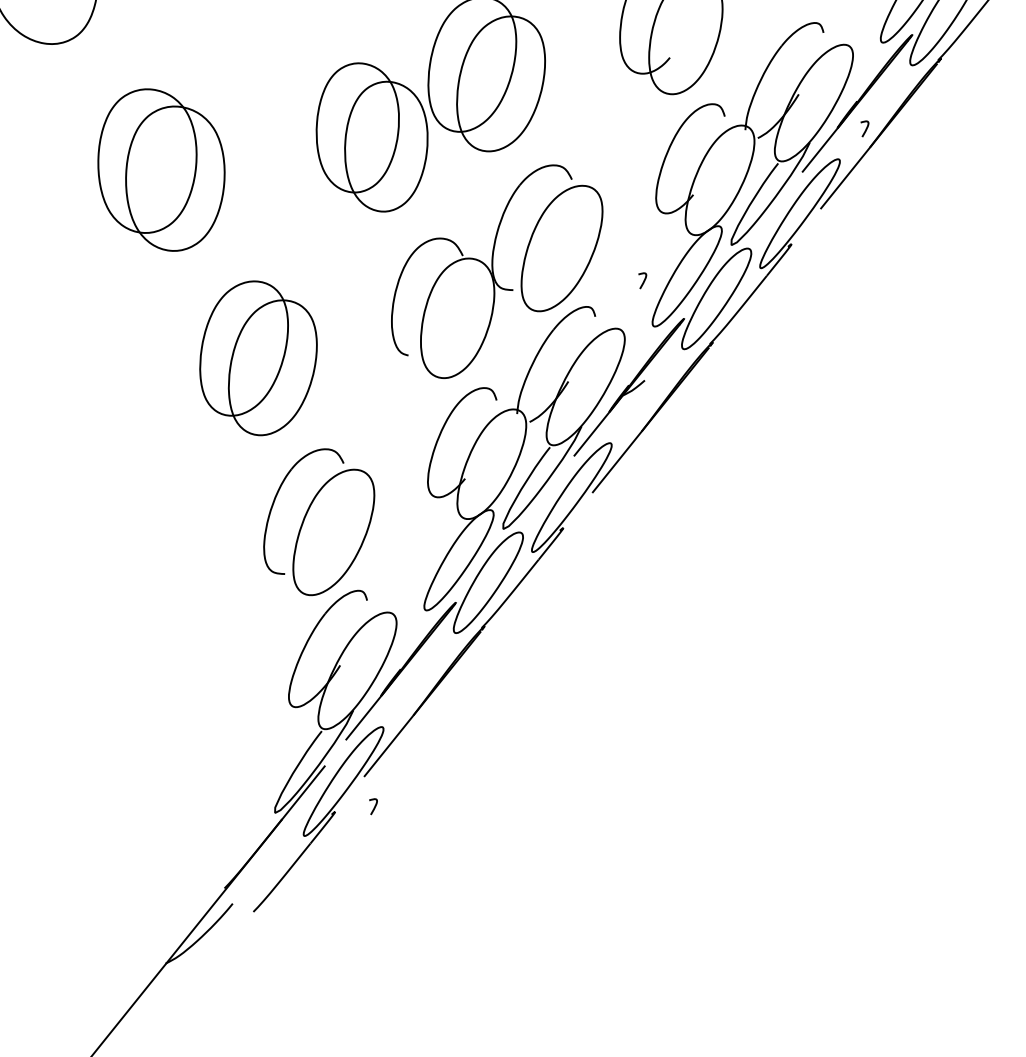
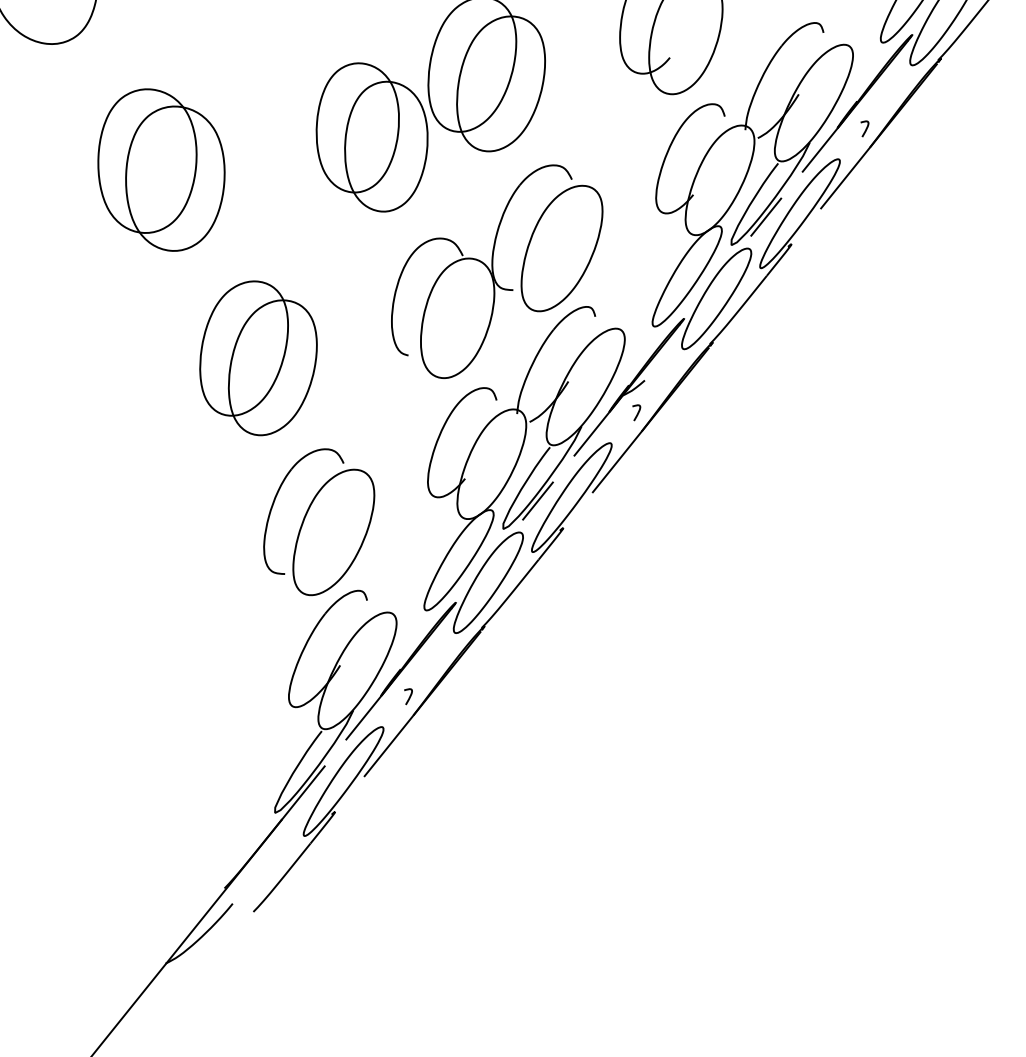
line at (766, 216): none -> present
curve at (643, 280) position: (643, 280) -> (637, 412)
line at (537, 500): none -> present
curve at (374, 806) position: (374, 806) -> (409, 696)
